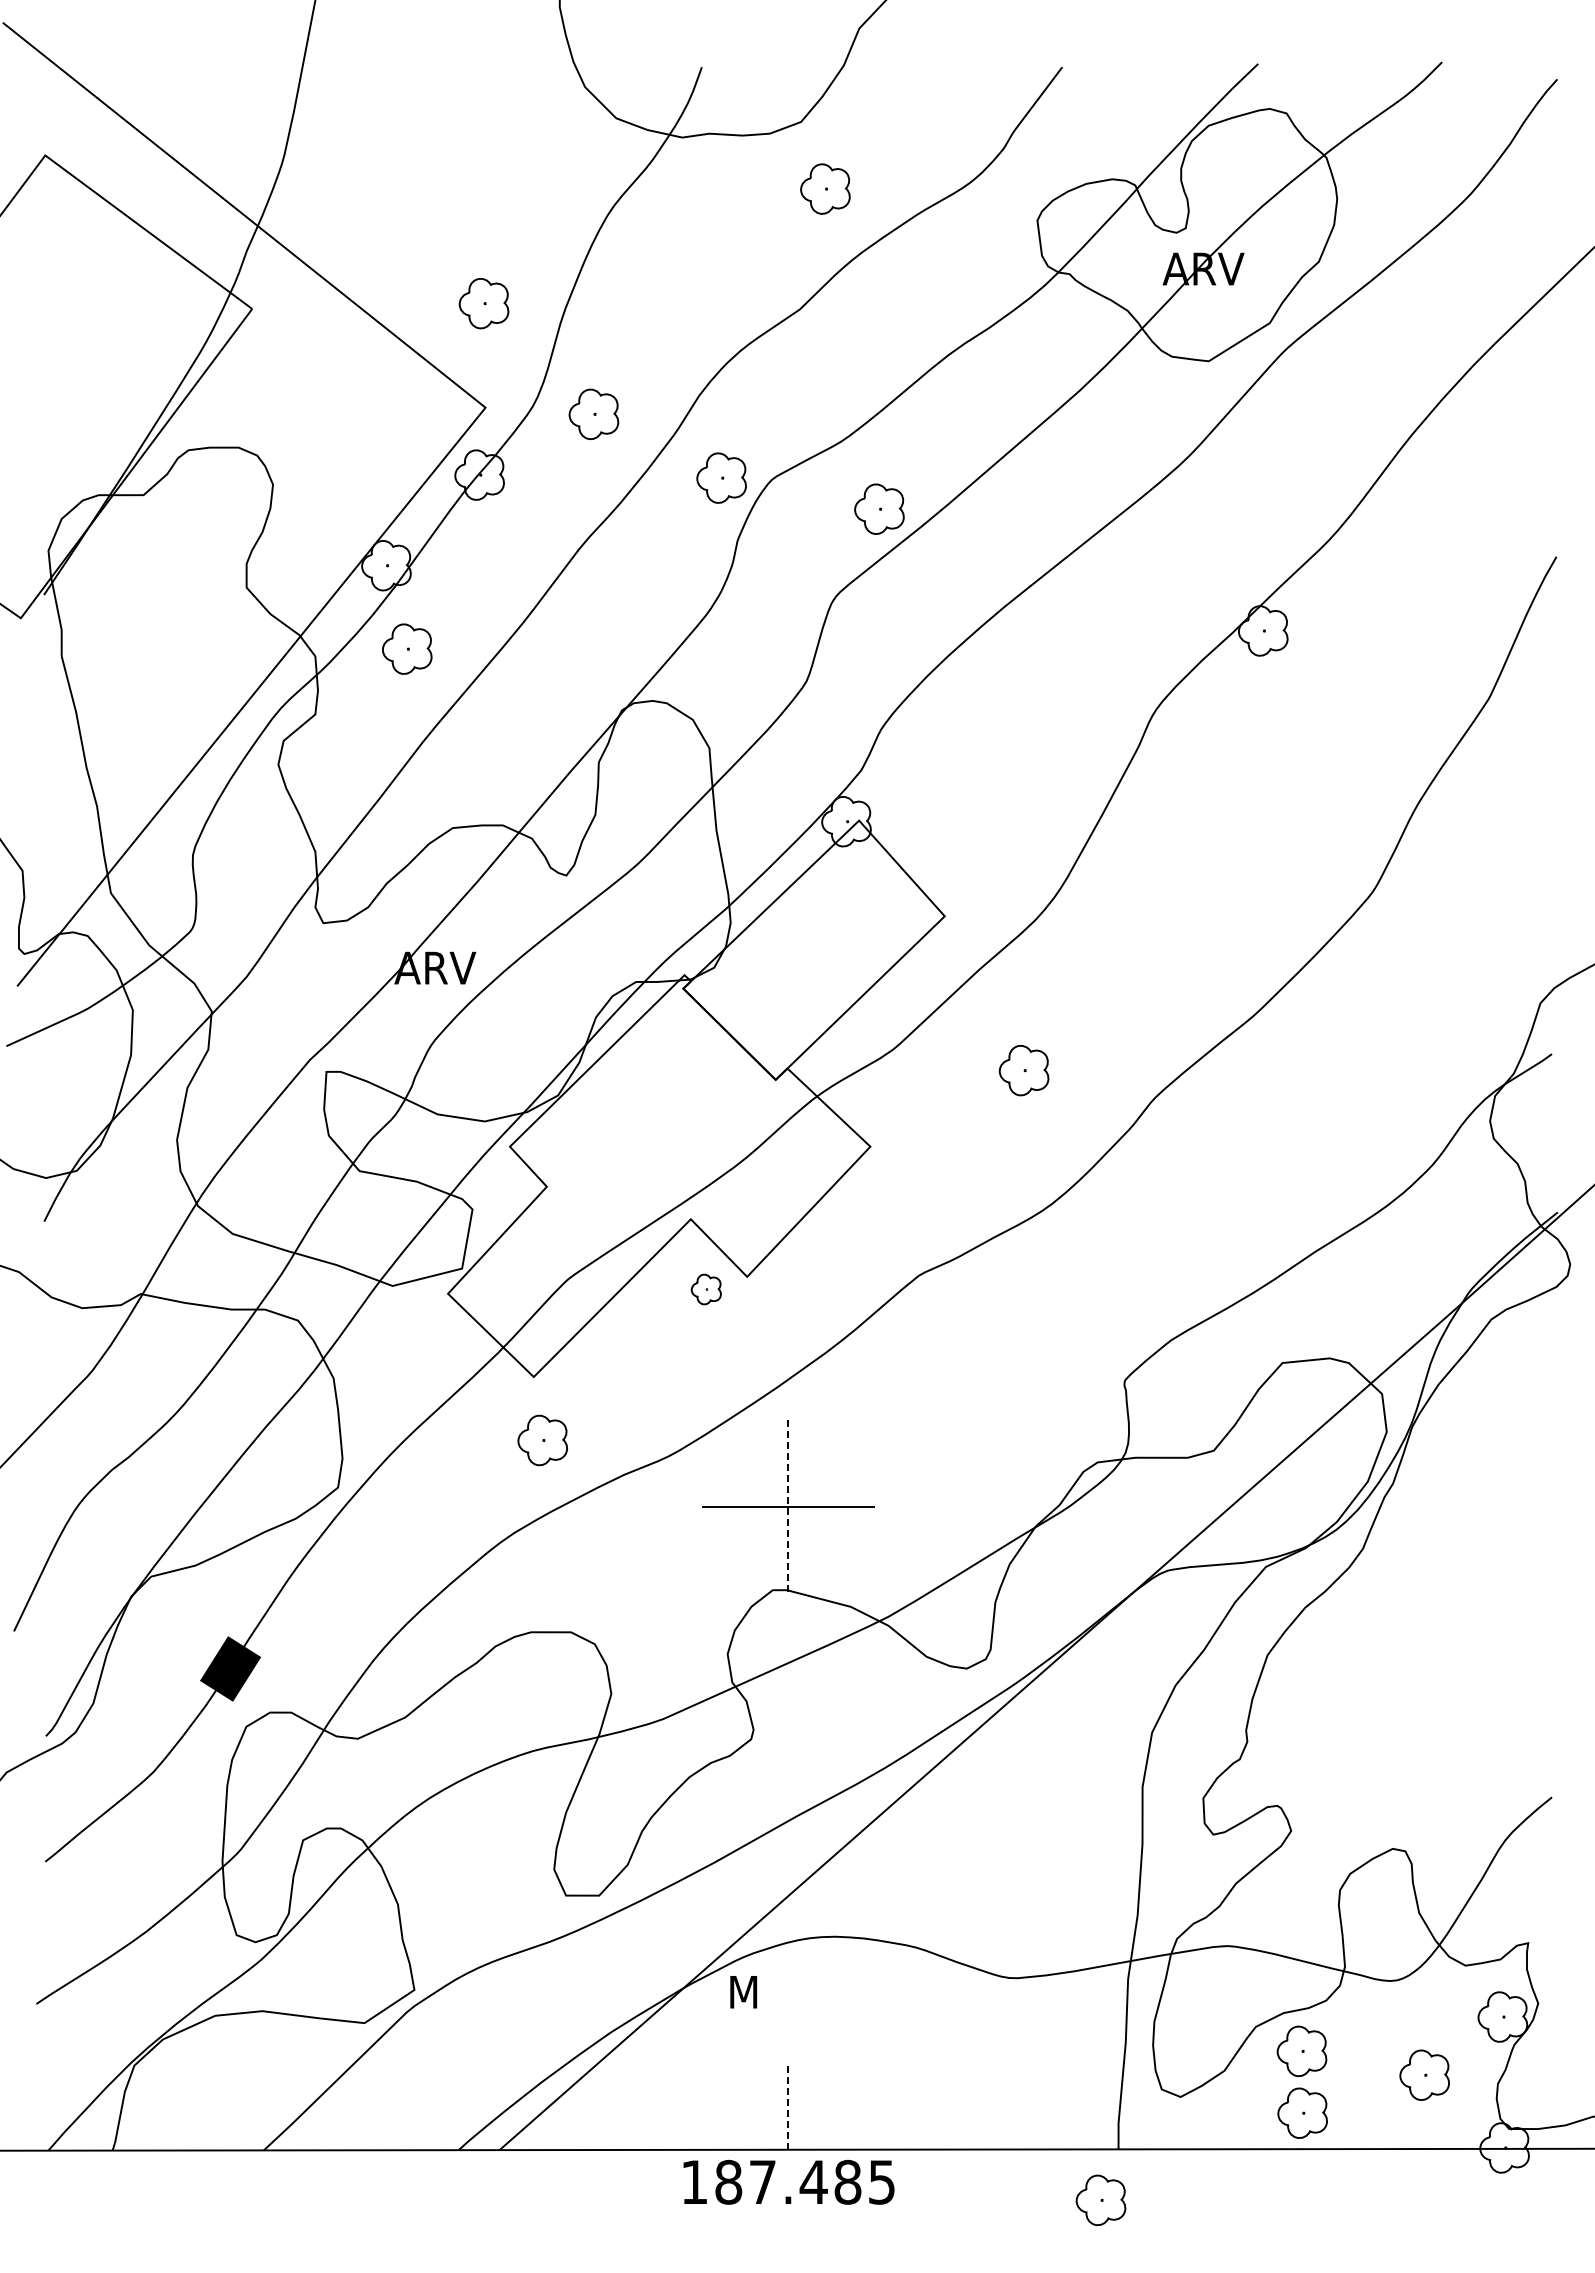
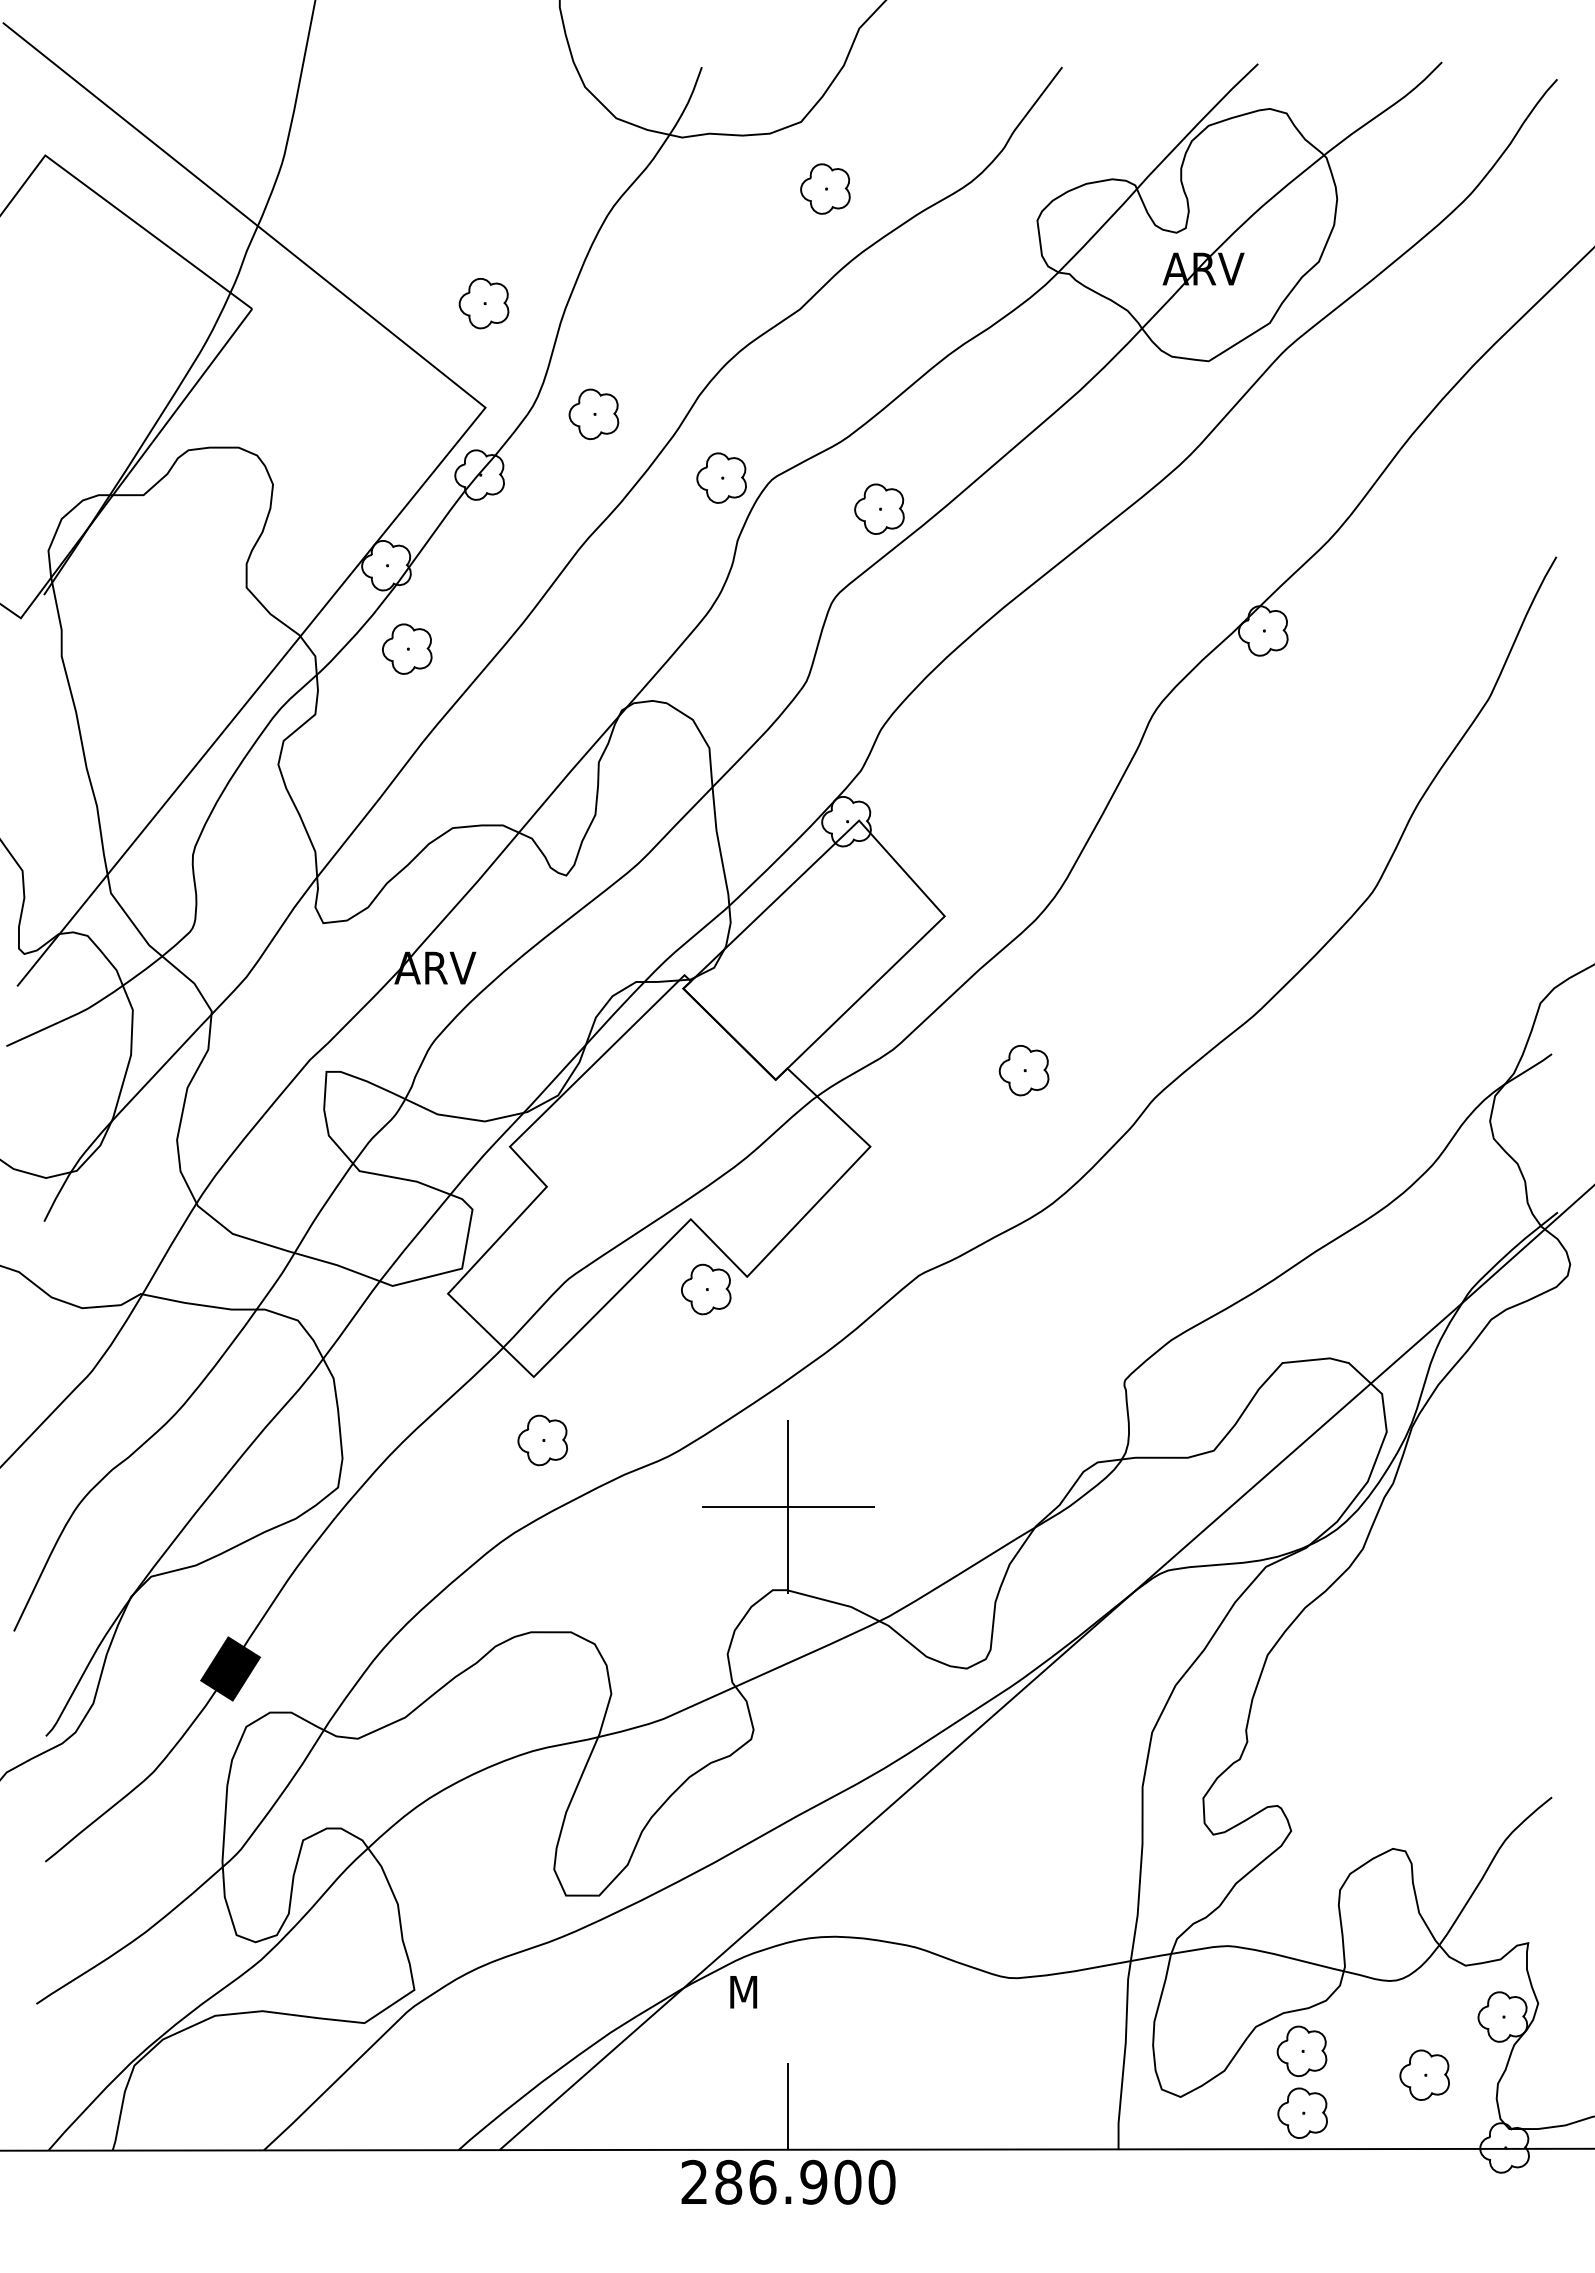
part at (705, 1289) size: 32x33 px -> 51x53 px
line at (788, 1506): dashed -> solid
line at (788, 2105): dashed -> solid
text at (788, 2181): 187.485 -> 286.900
part at (1100, 2199): present -> none
